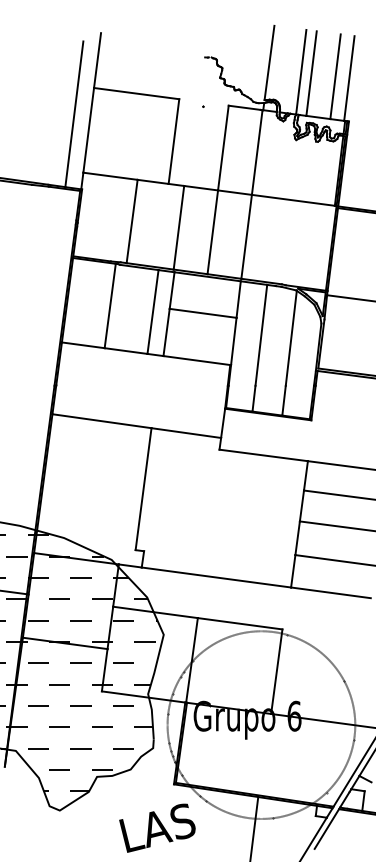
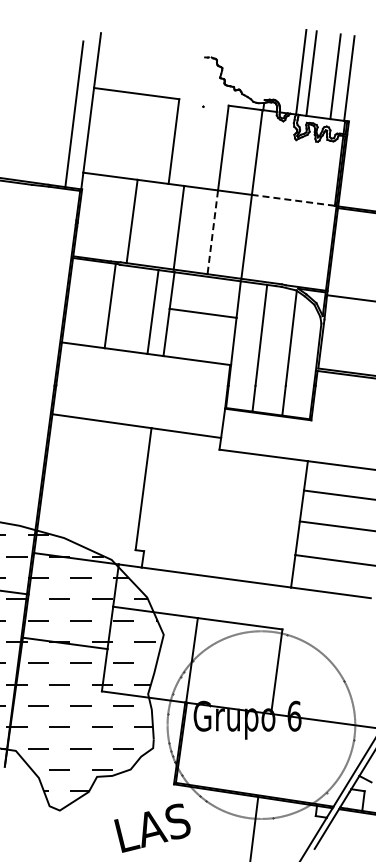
line at (269, 62): present -> none
line at (293, 200): solid -> dashed
line at (212, 232): solid -> dashed
text at (157, 827) position: (157, 827) -> (152, 827)
